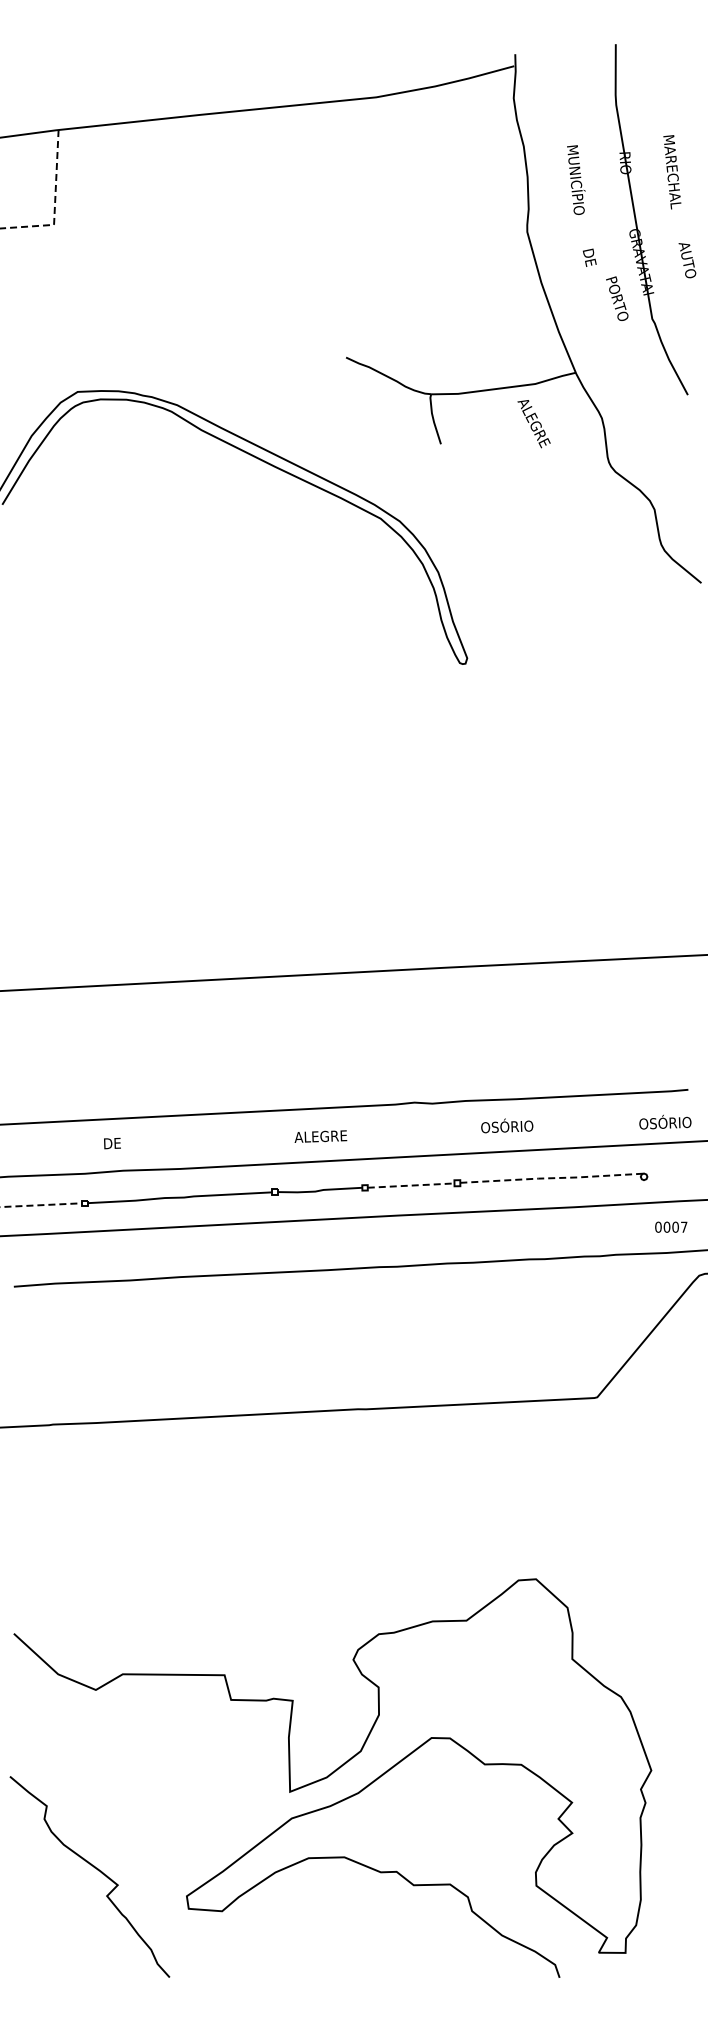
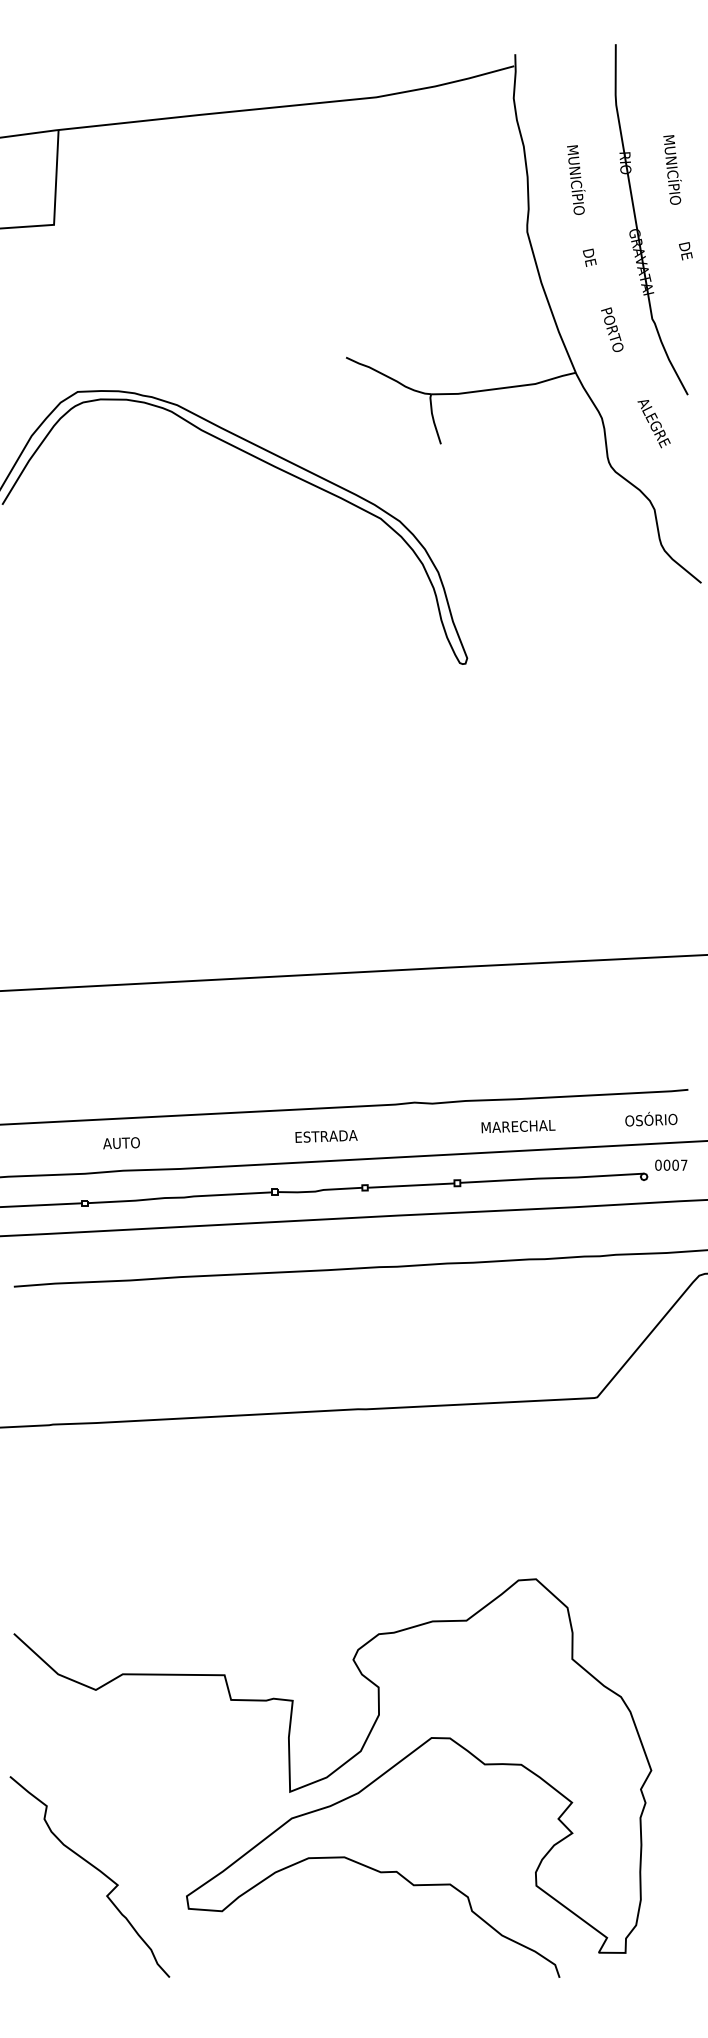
text at (672, 177): MARECHAL -> MUNICÍPIO
line at (55, 204): dashed -> solid
text at (687, 260): AUTO -> DE
text at (617, 298) position: (617, 298) -> (612, 329)
text at (533, 424) position: (533, 424) -> (653, 424)
text at (665, 1121) position: (665, 1121) -> (651, 1118)
text at (518, 1125): OSÓRIO -> MARECHAL
text at (325, 1136): ALEGRE -> ESTRADA
text at (121, 1143): DE -> AUTO
line at (551, 1178): dashed -> solid
line at (411, 1185): dashed -> solid
line at (41, 1205): dashed -> solid
text at (671, 1226) position: (671, 1226) -> (671, 1164)
